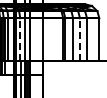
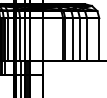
line at (20, 39): dashed -> solid
line at (79, 39): dashed -> solid
